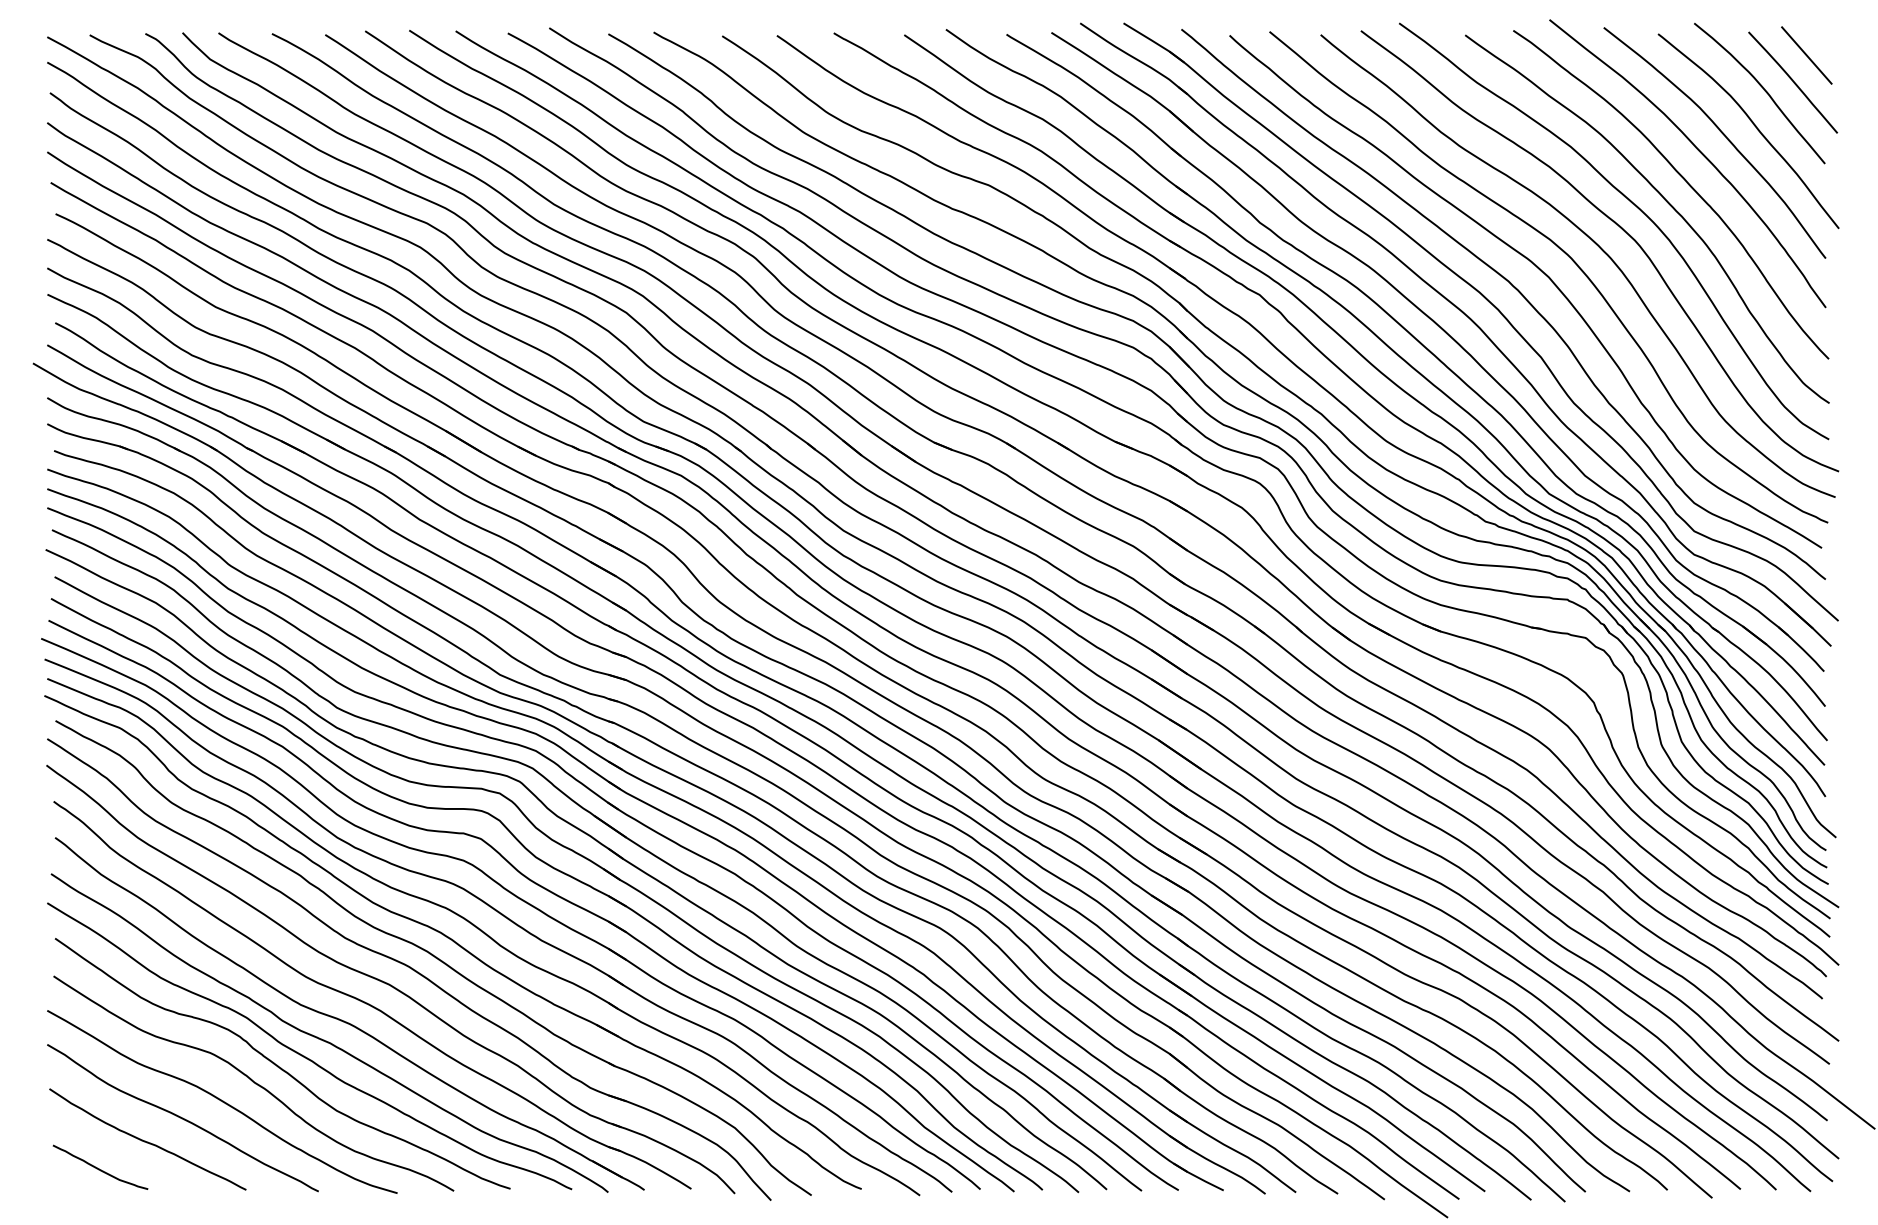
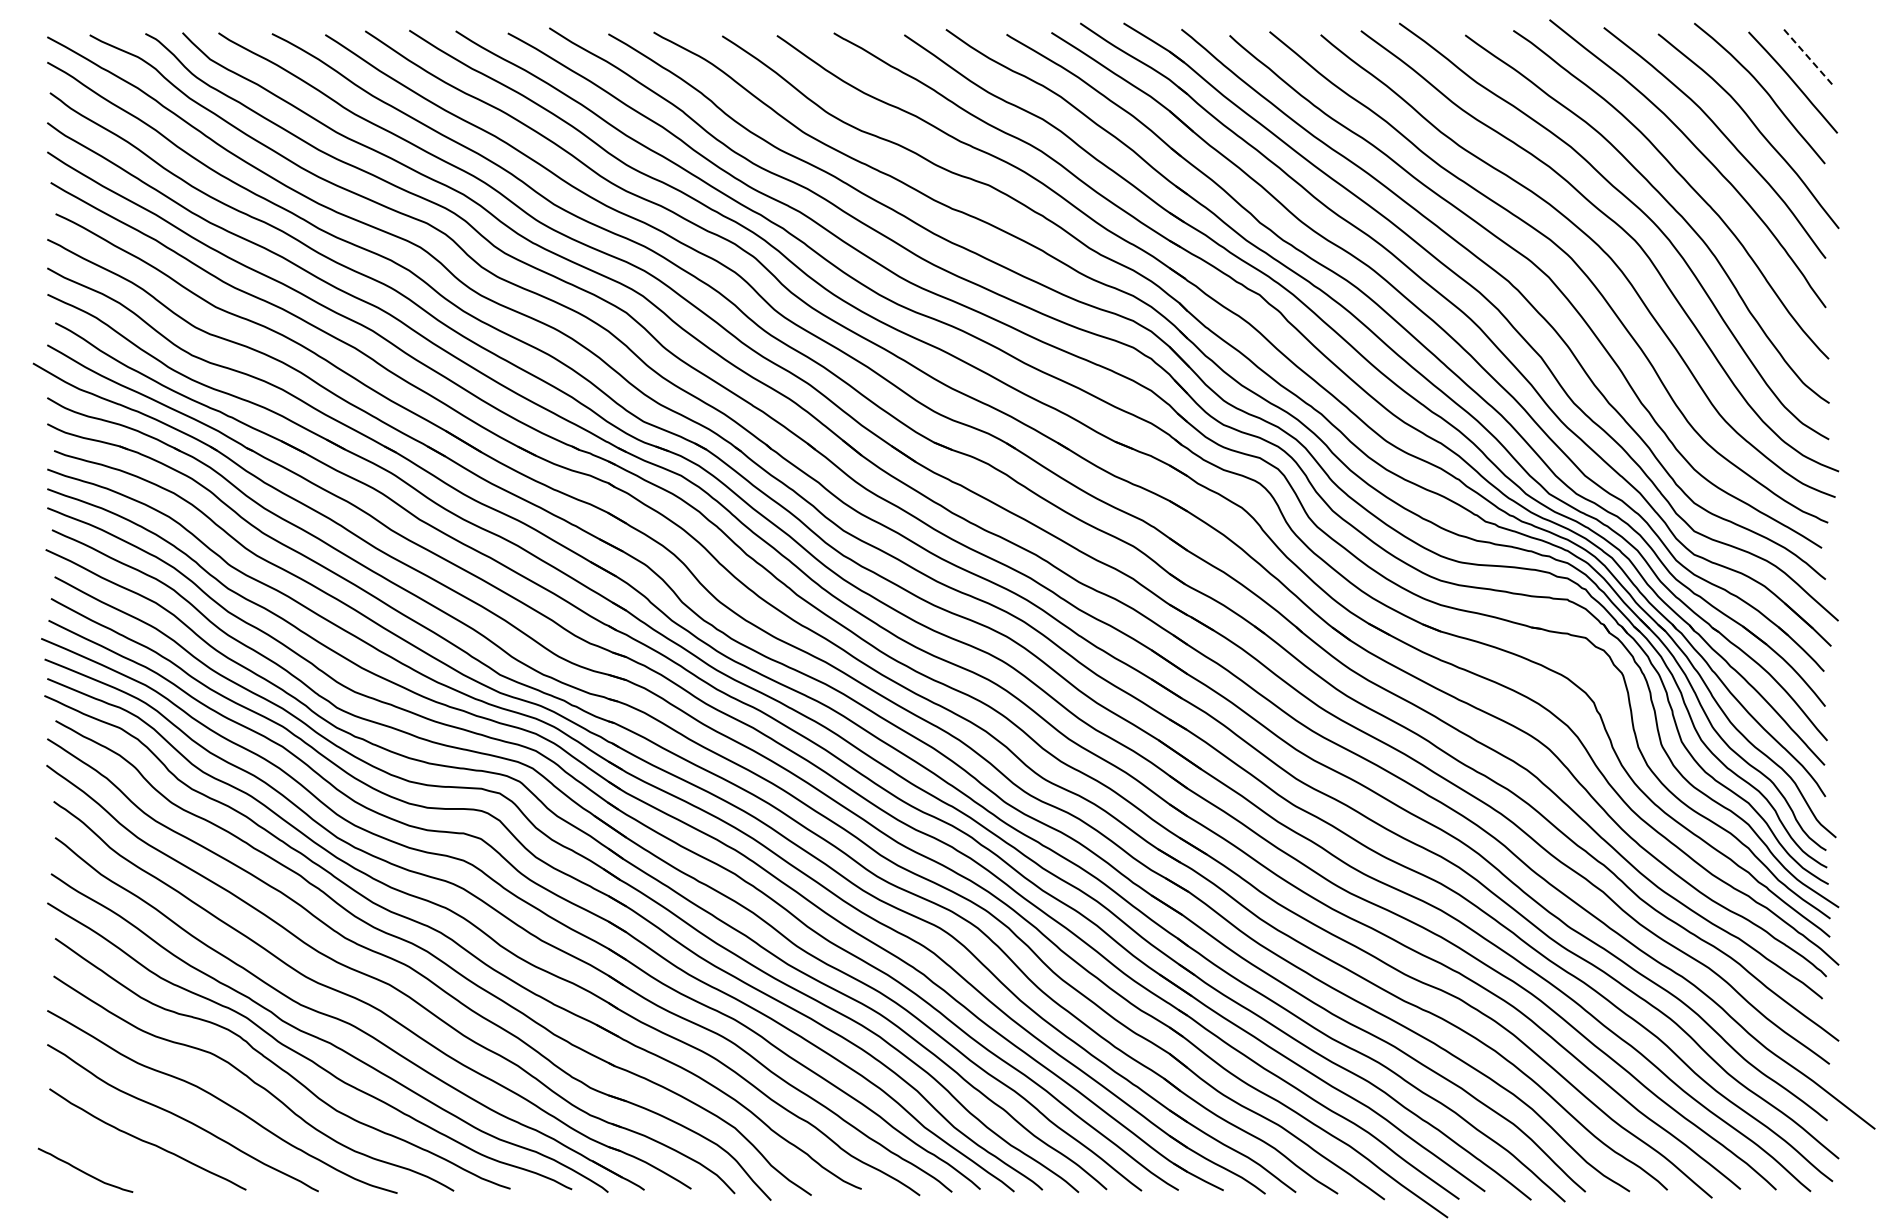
line at (1806, 55): solid -> dashed
curve at (99, 1168) position: (99, 1168) -> (84, 1171)
